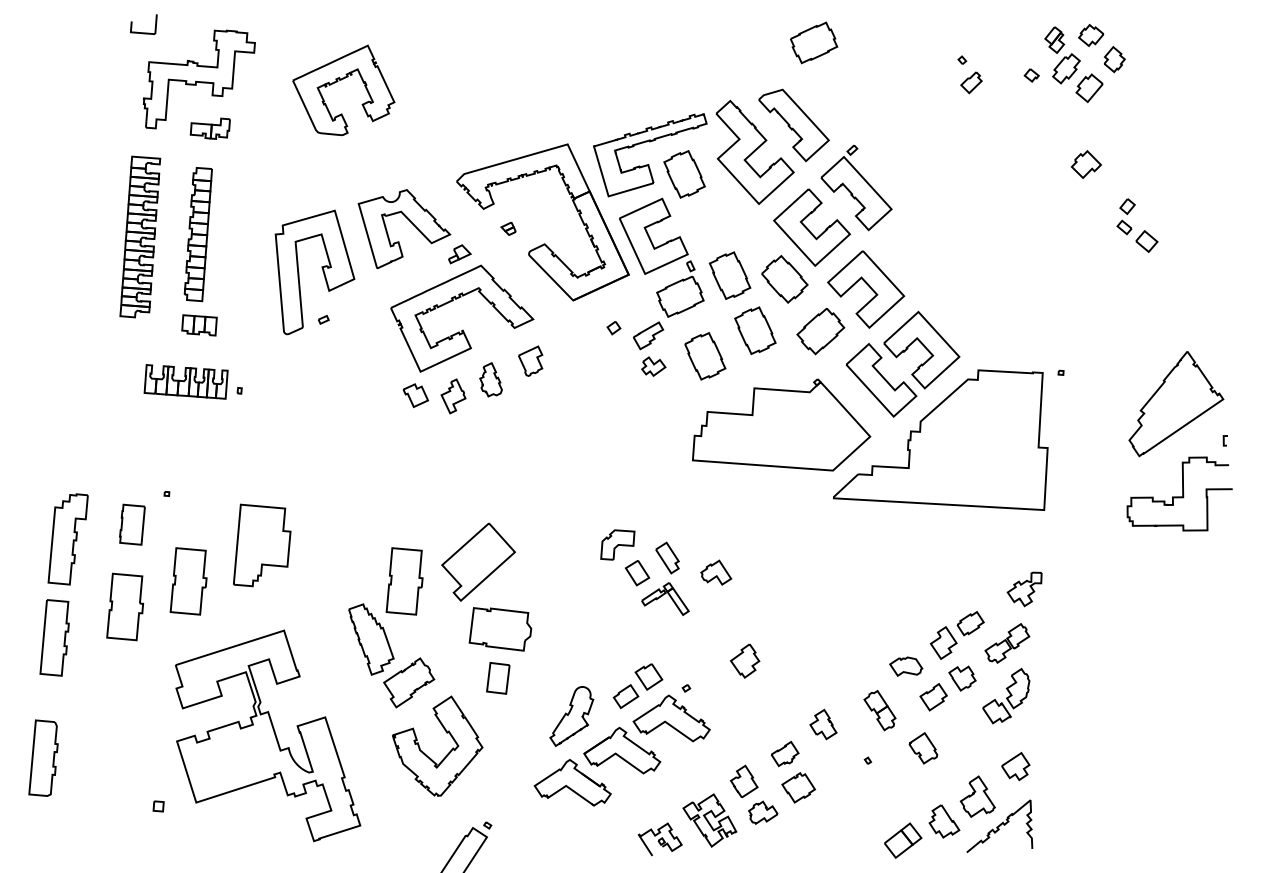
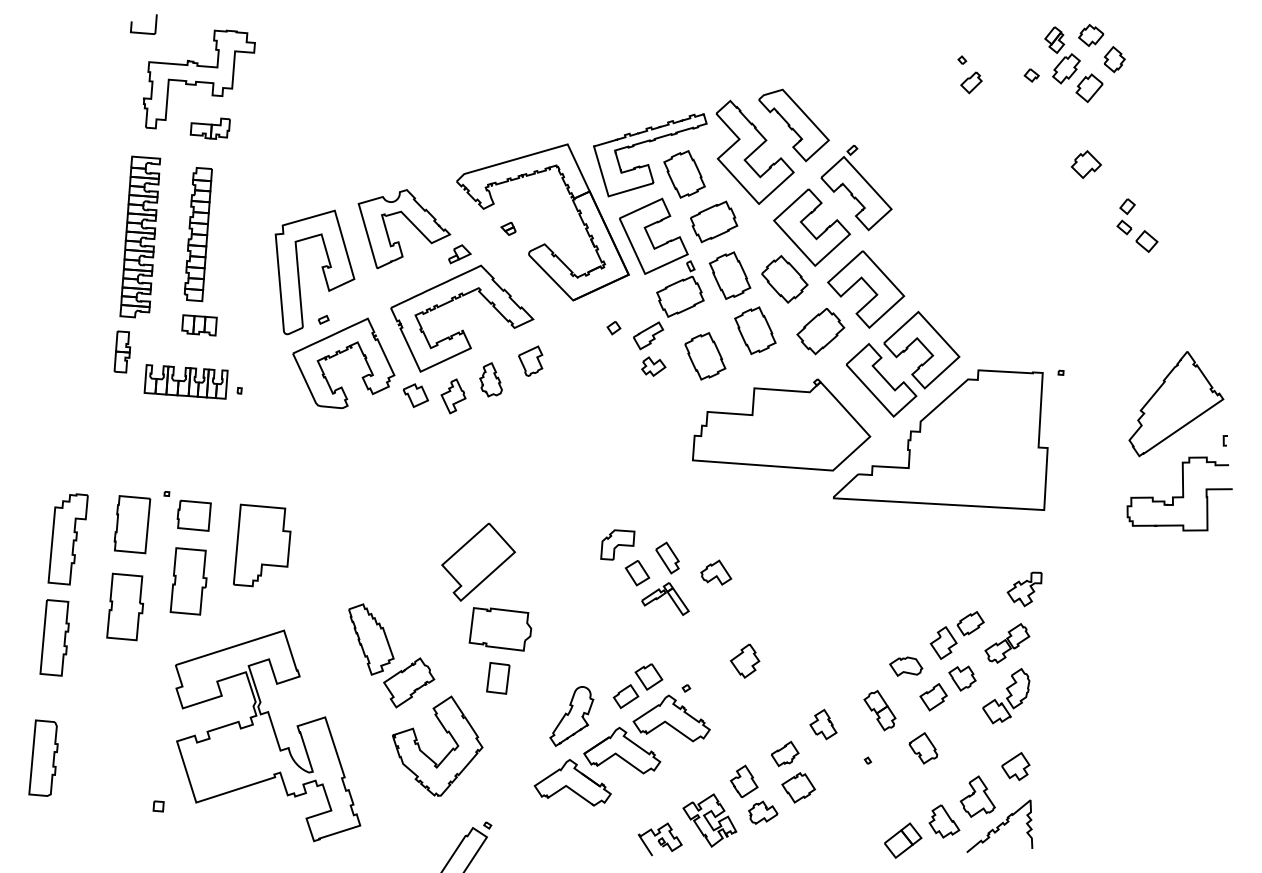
part at (814, 42) position: (814, 42) -> (714, 221)
part at (337, 82) position: (337, 82) -> (337, 355)
part at (122, 351): none -> present
part at (193, 515): none -> present
part at (132, 524) size: 27x43 px -> 39x60 px
part at (404, 581): present -> none
